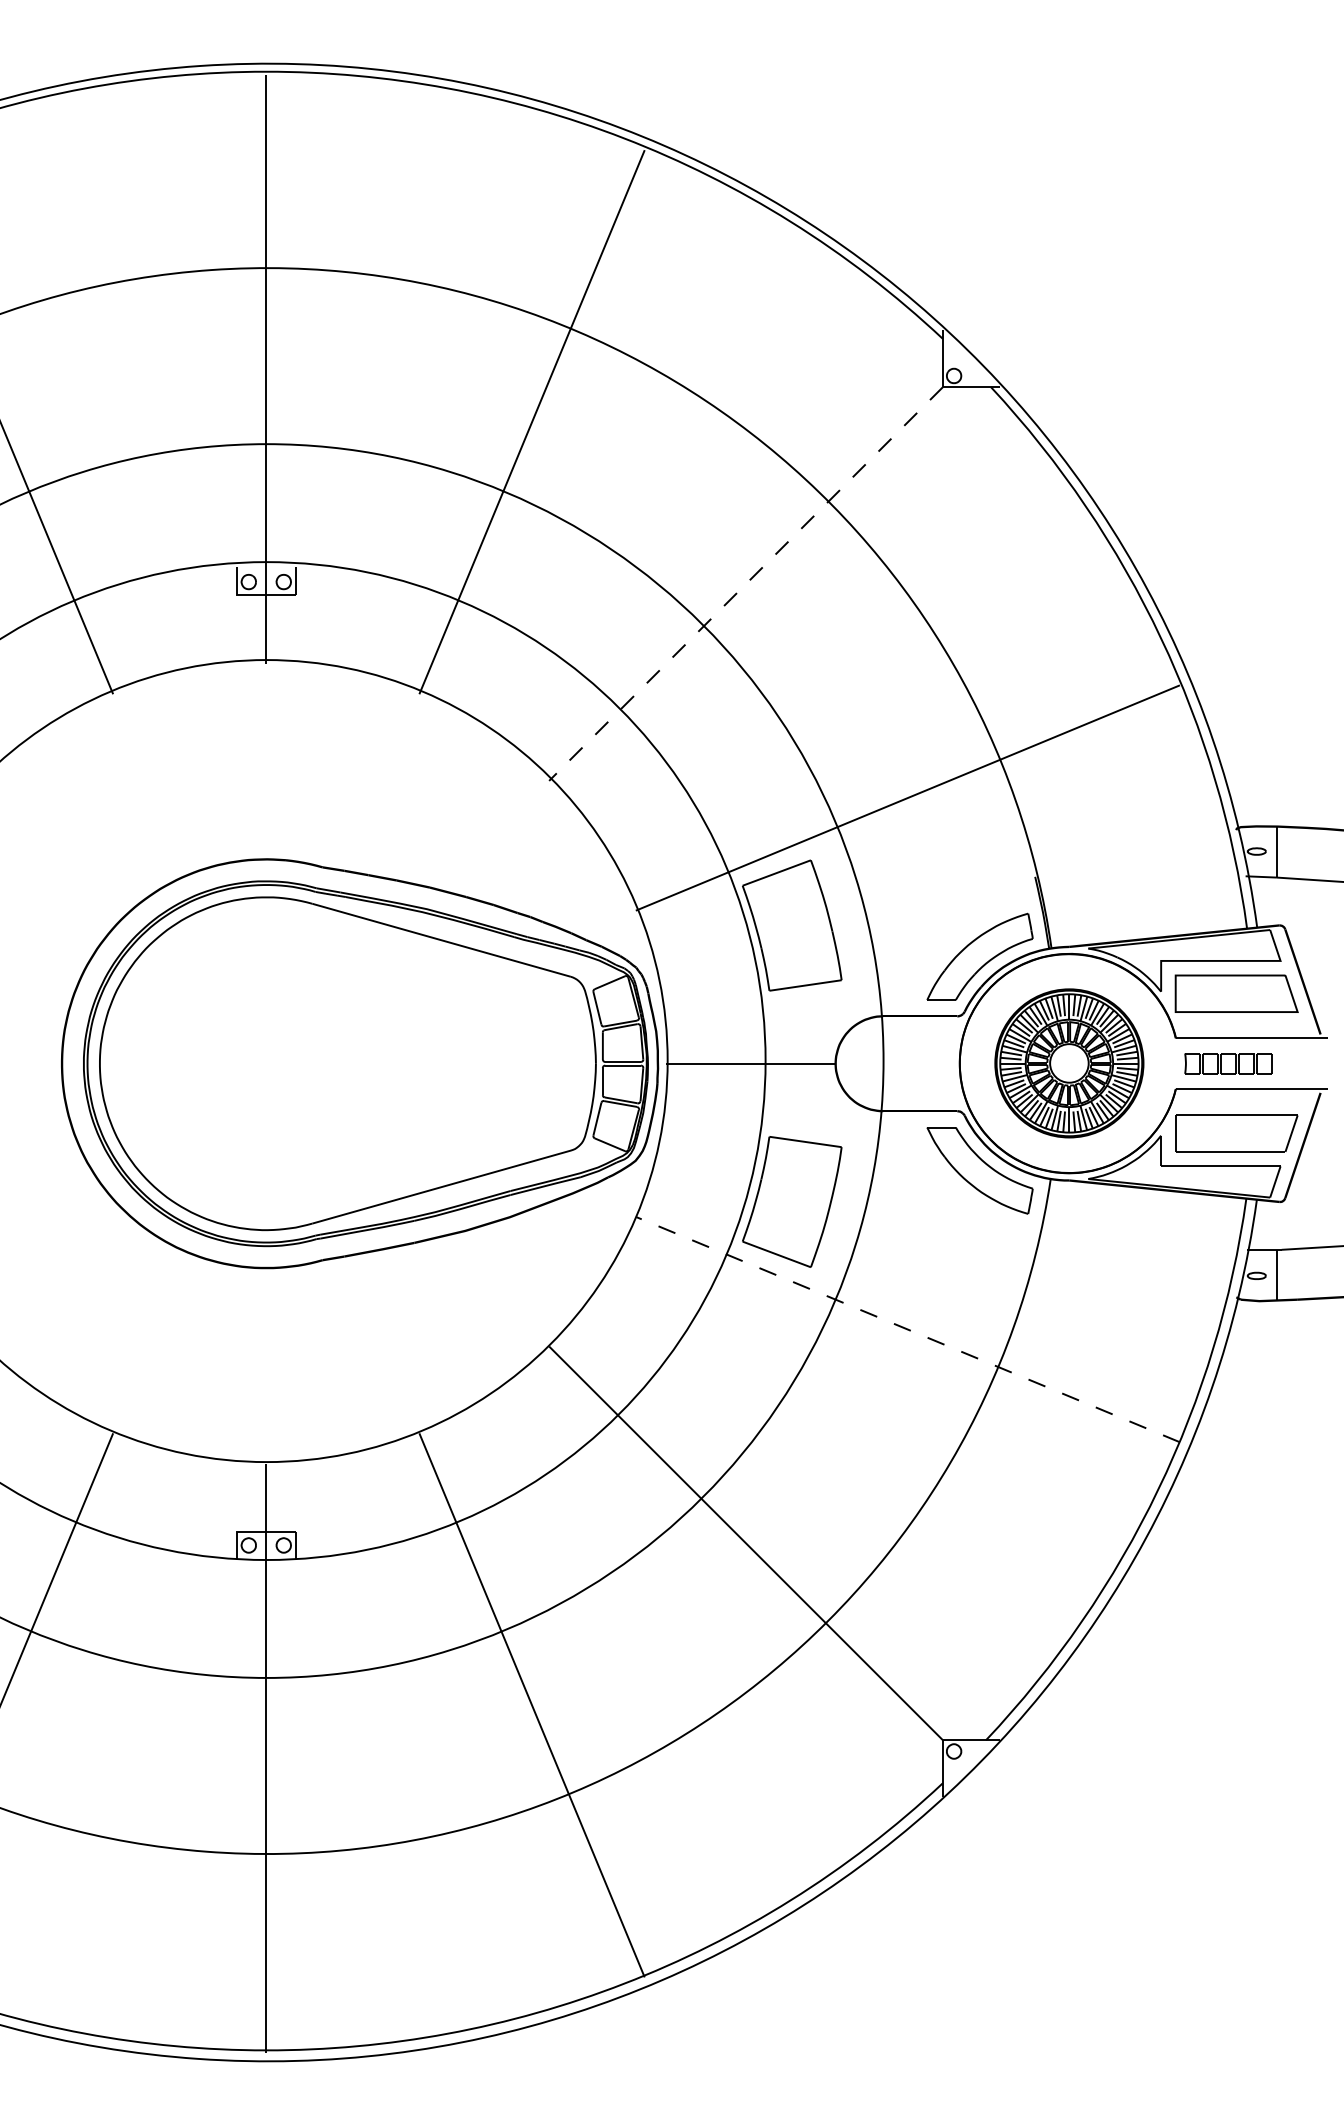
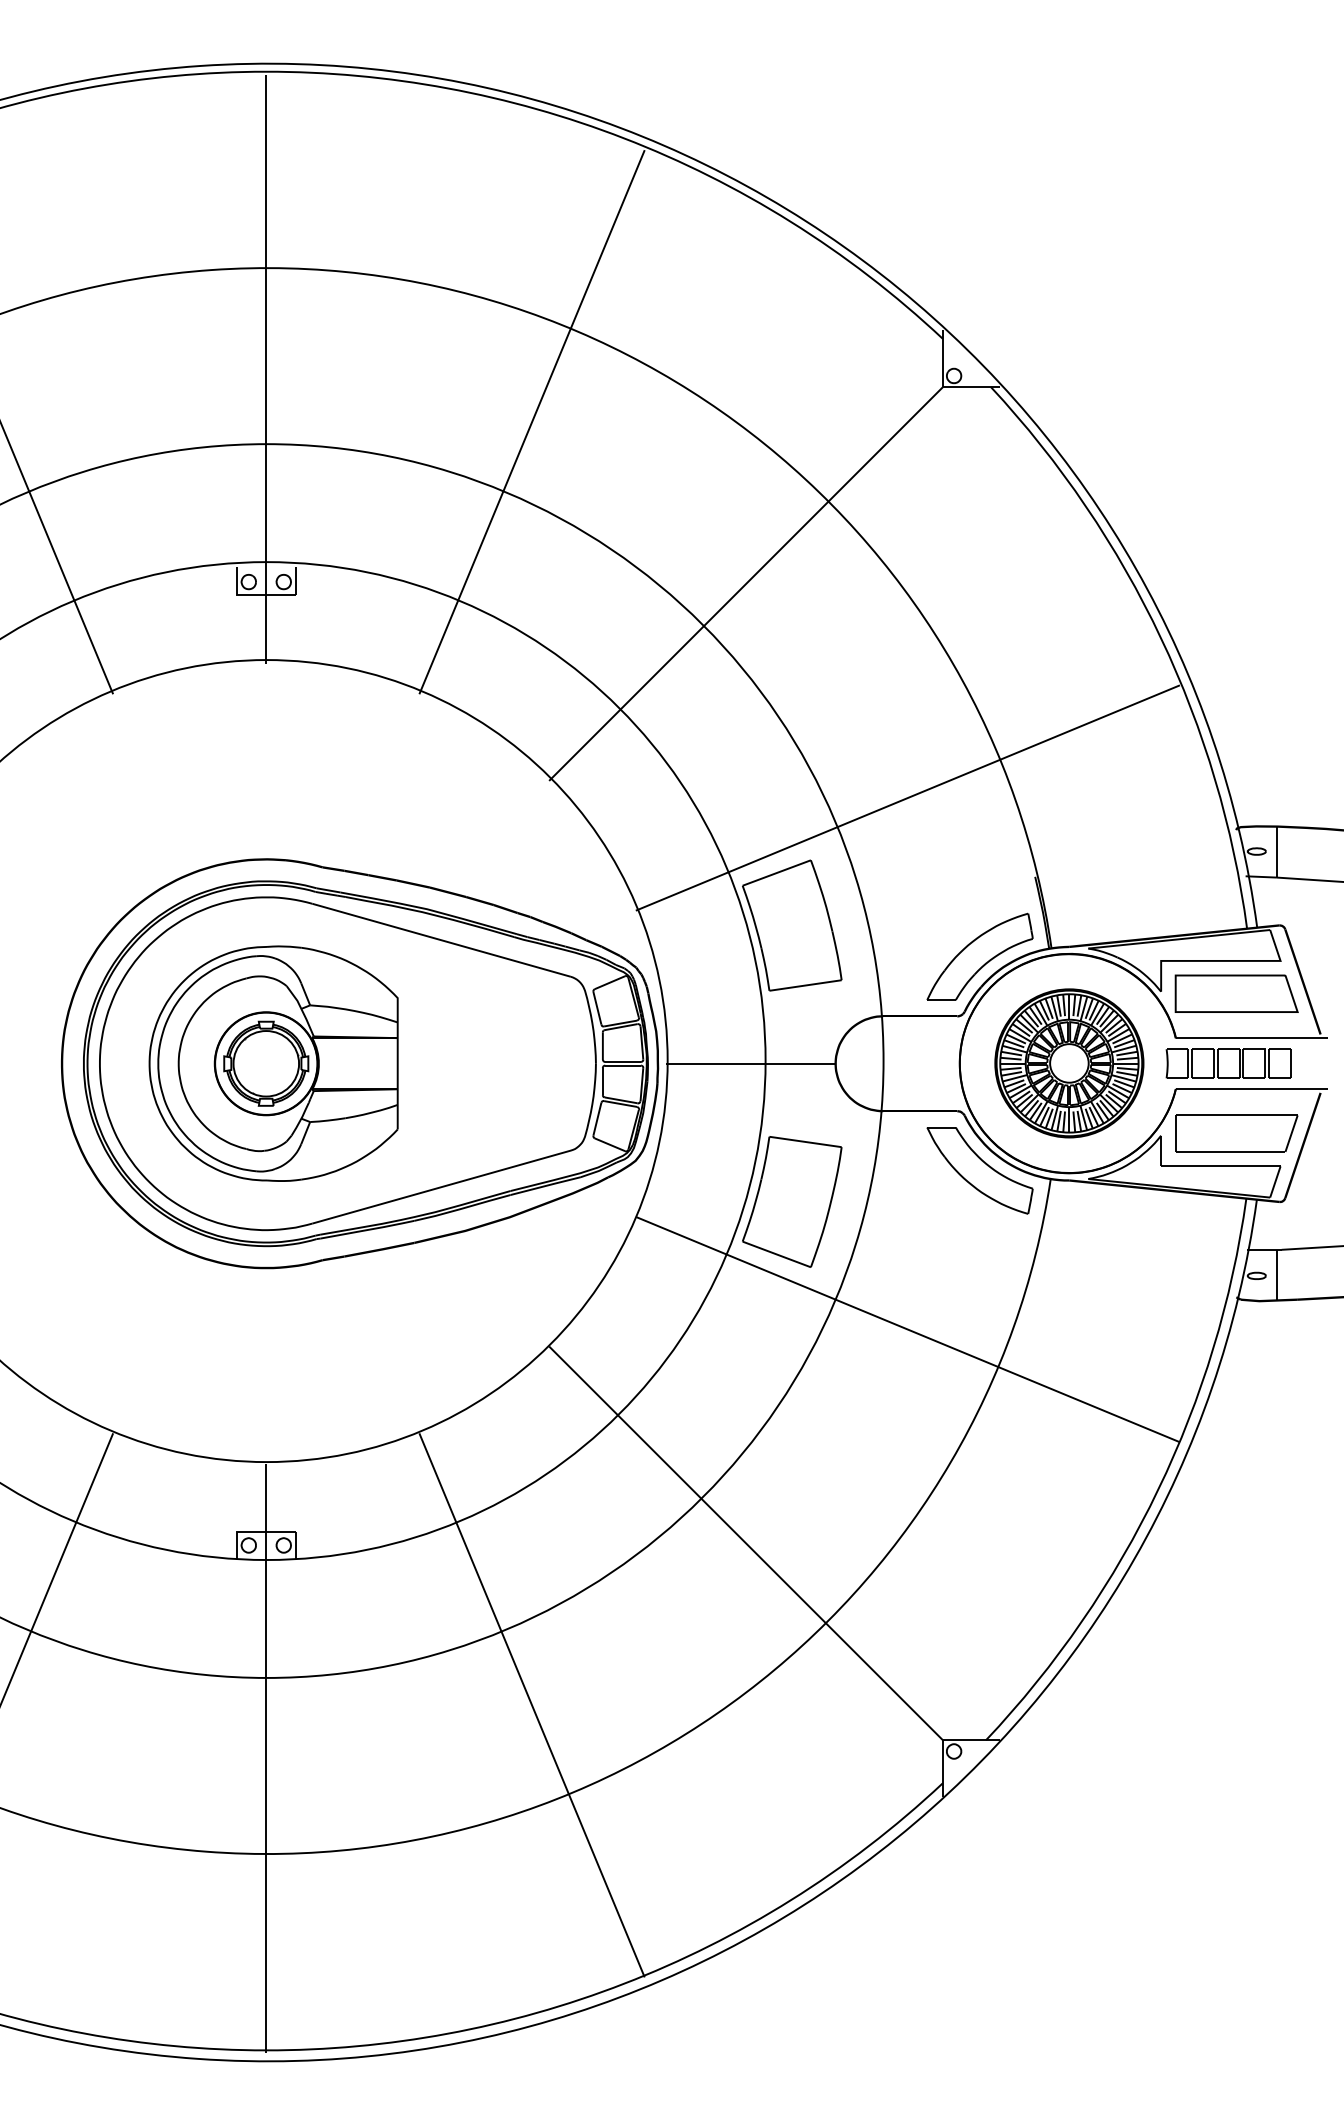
line at (745, 584): dashed -> solid
part at (273, 1063): none -> present
part at (1228, 1063) size: 89x22 px -> 127x31 px
line at (907, 1329): dashed -> solid
